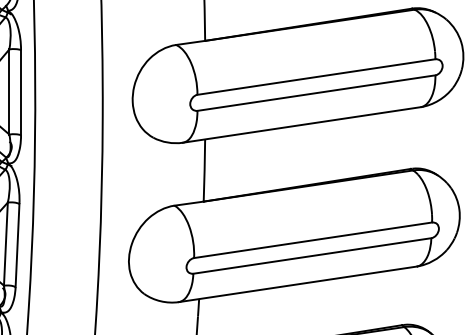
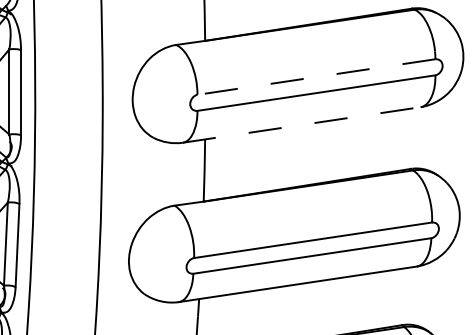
line at (315, 77): solid -> dashed
line at (302, 124): solid -> dashed
